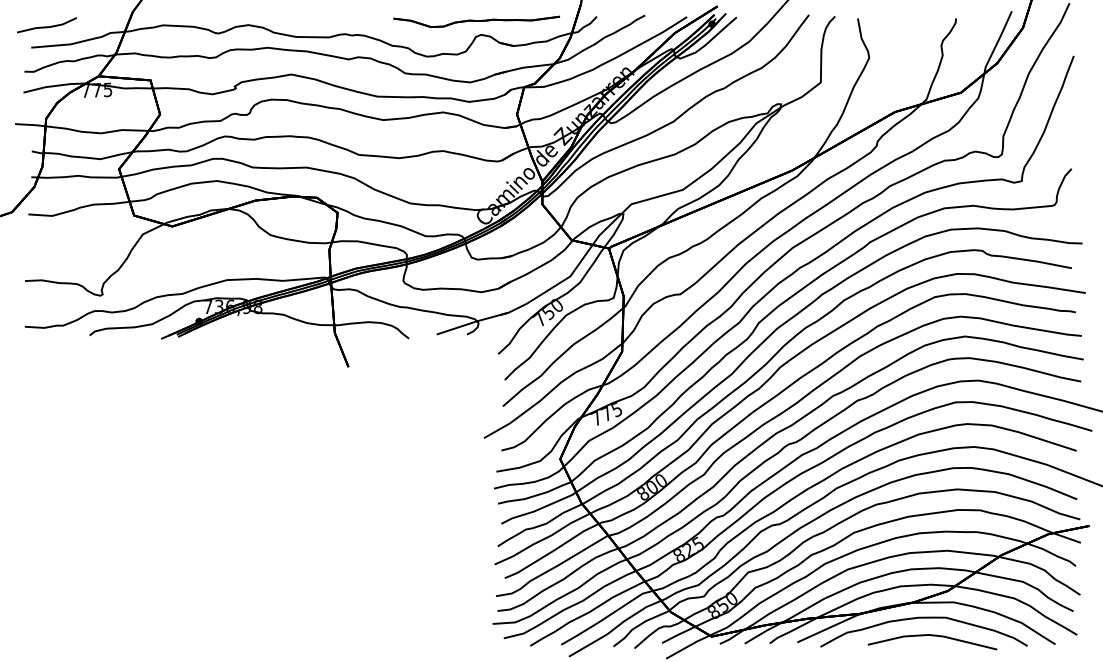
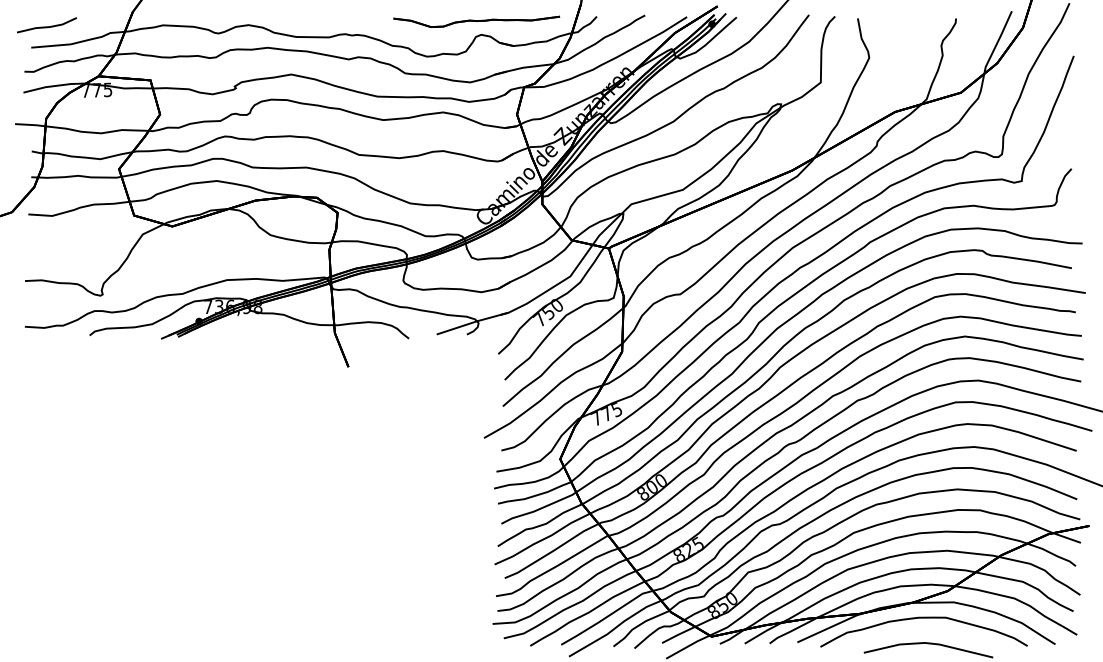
part at (932, 642) position: (932, 642) -> (928, 650)
